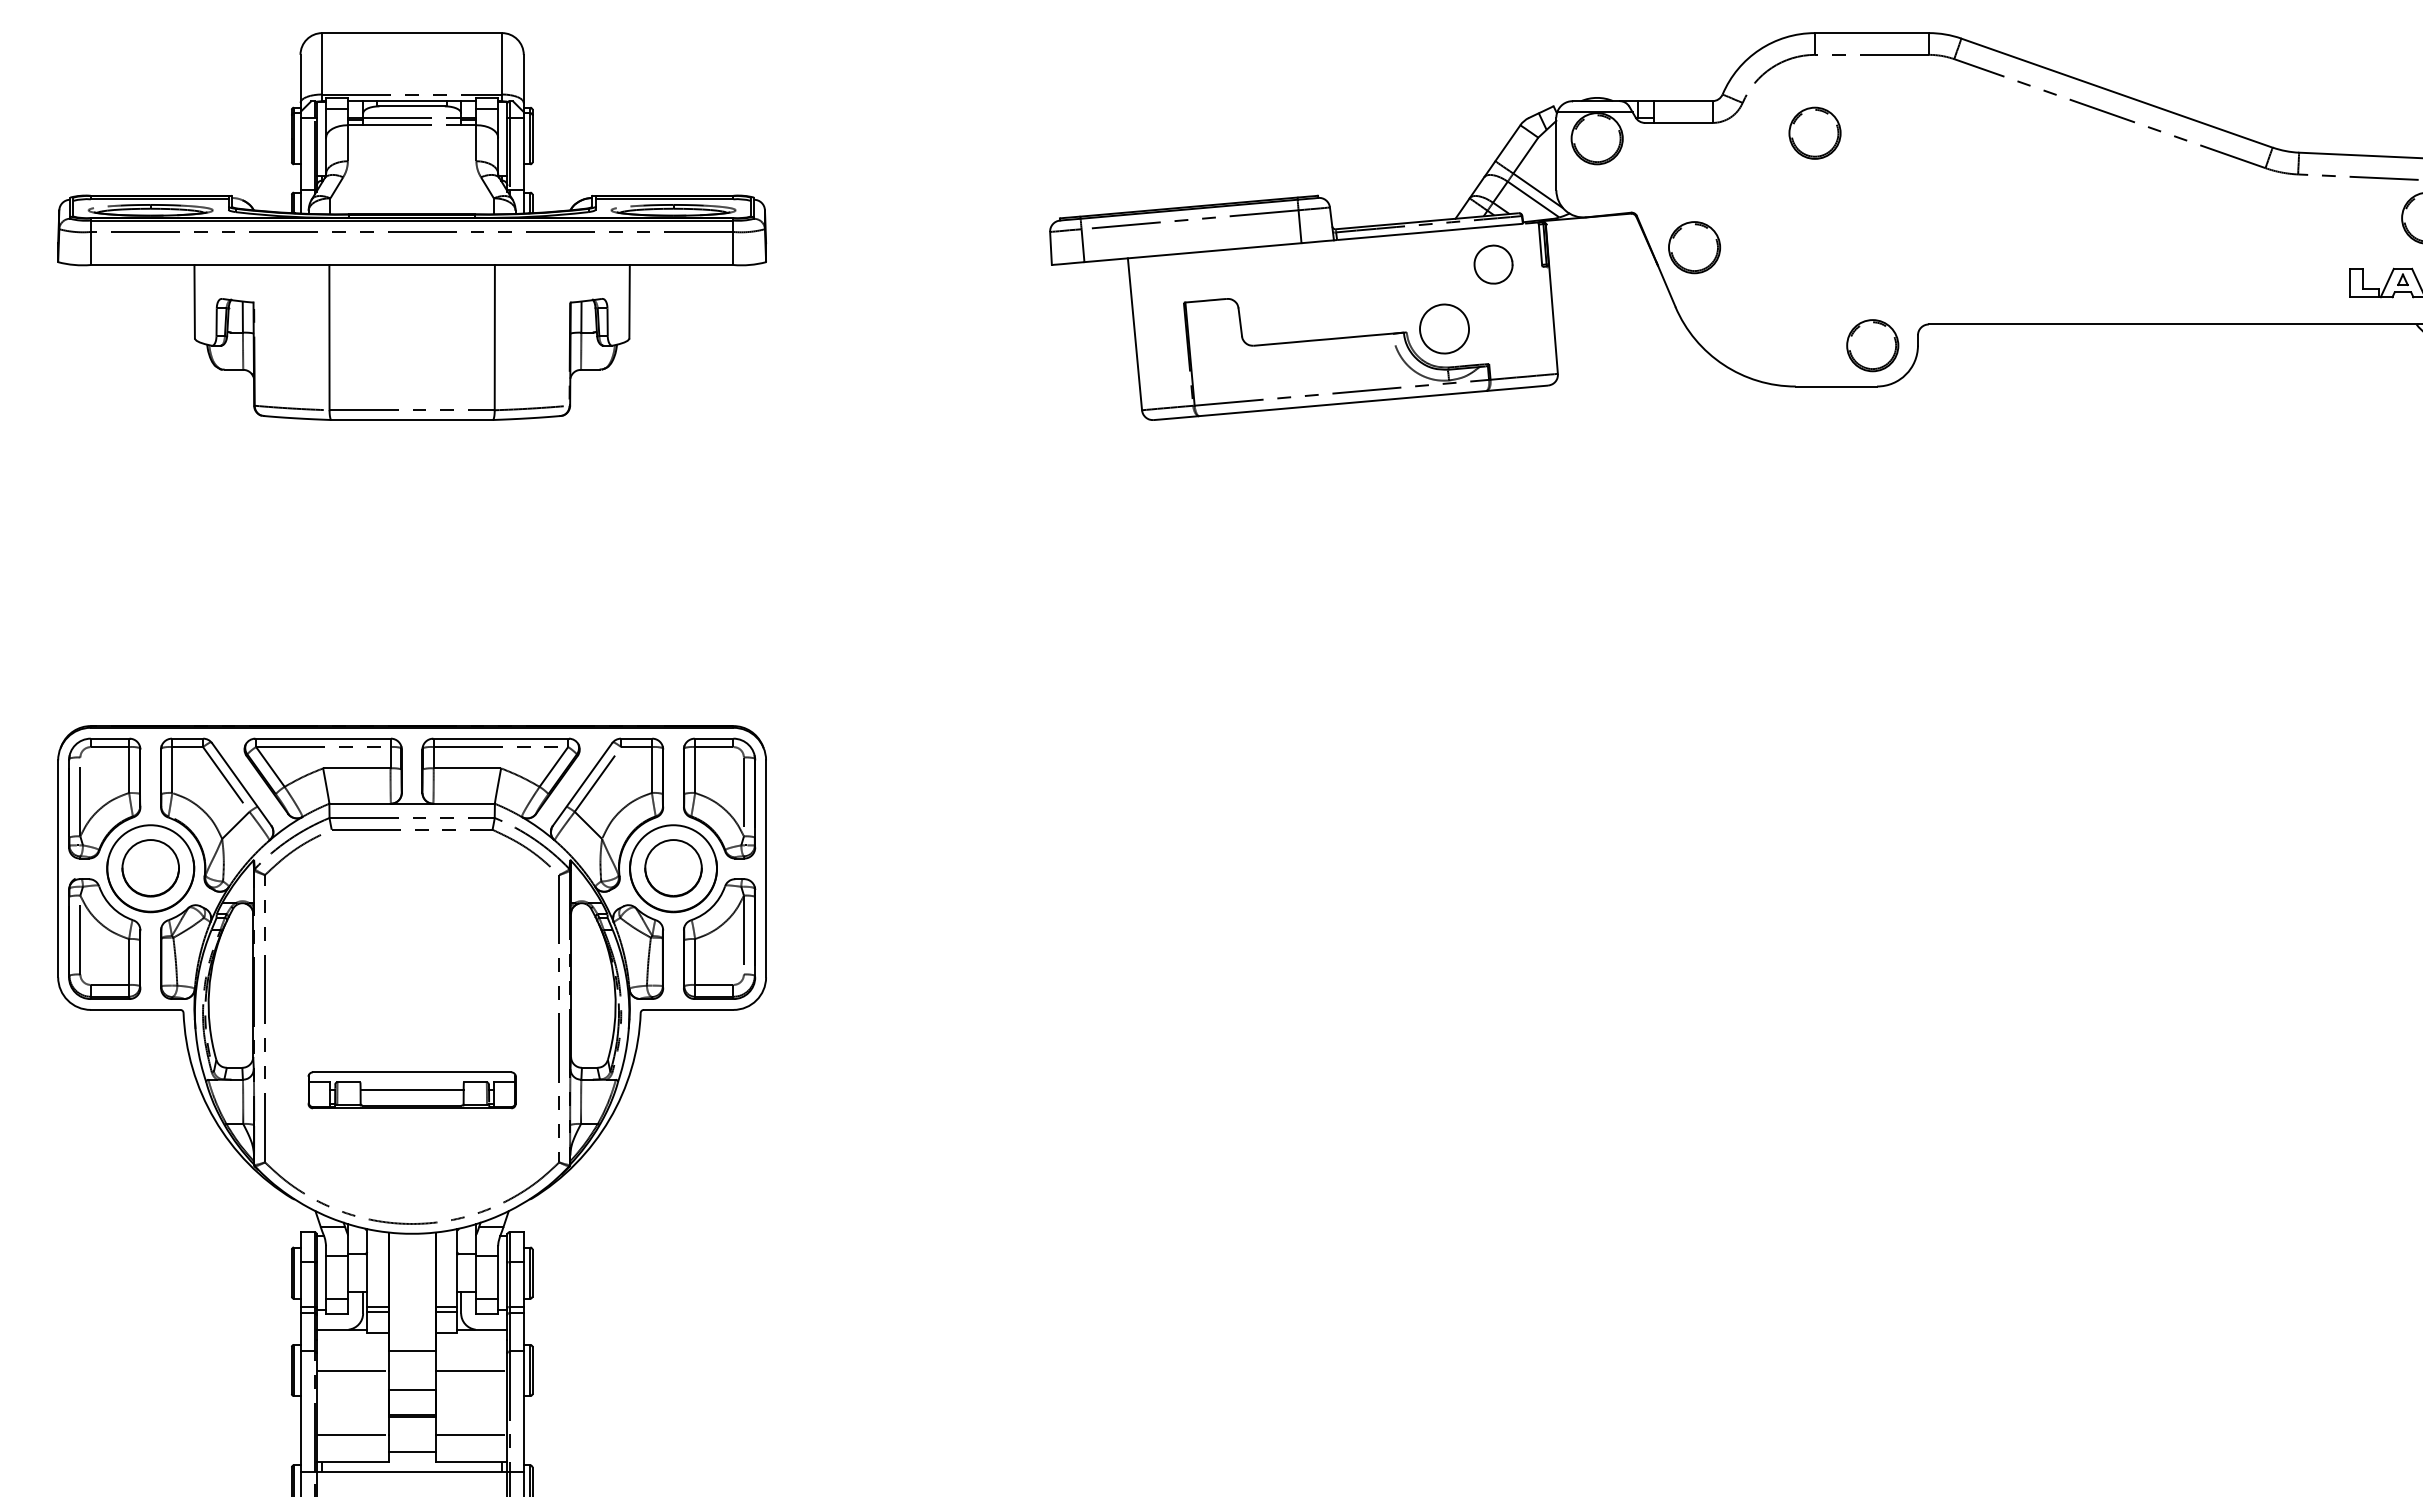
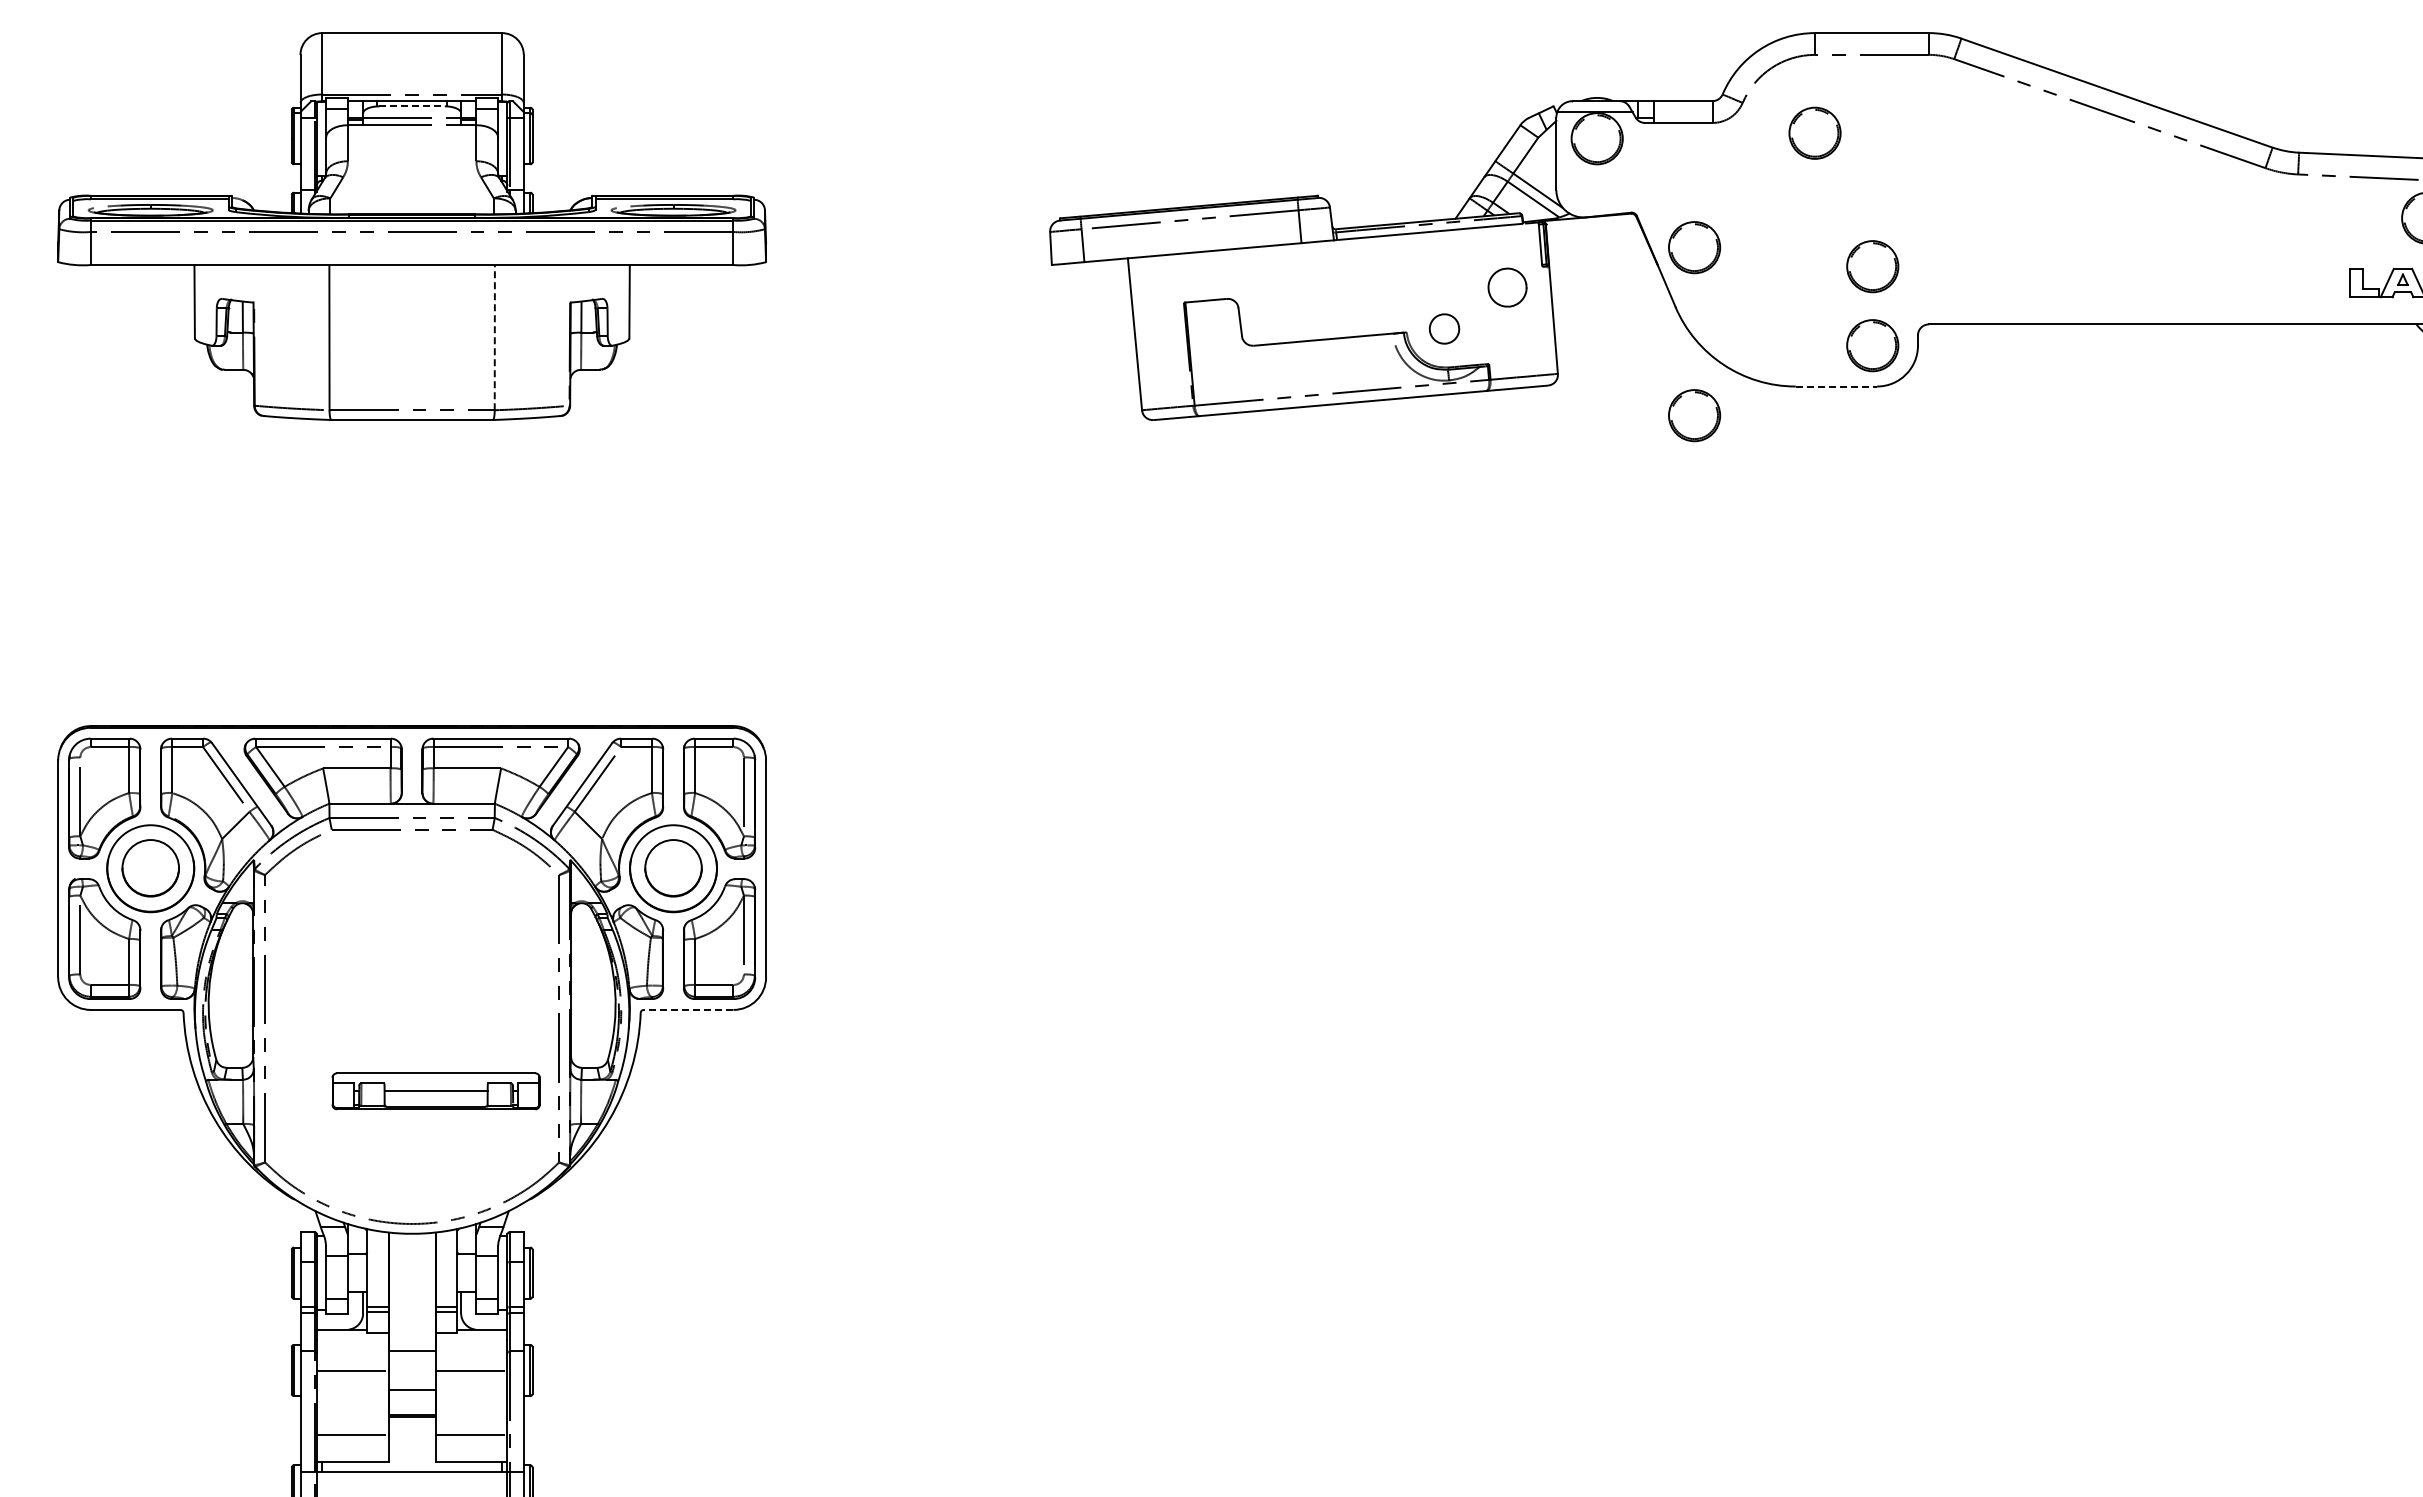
line at (412, 106): solid -> dashed
part at (1493, 264) position: (1493, 264) -> (1507, 287)
part at (1872, 266): none -> present
part at (1444, 328) size: 51x52 px -> 33x32 px
line at (494, 337): solid -> dashed
line at (1836, 386): solid -> dashed
part at (1694, 415): none -> present
line at (688, 1009): solid -> dashed
part at (411, 1090) position: (411, 1090) -> (435, 1091)
line at (411, 1452): present -> none
